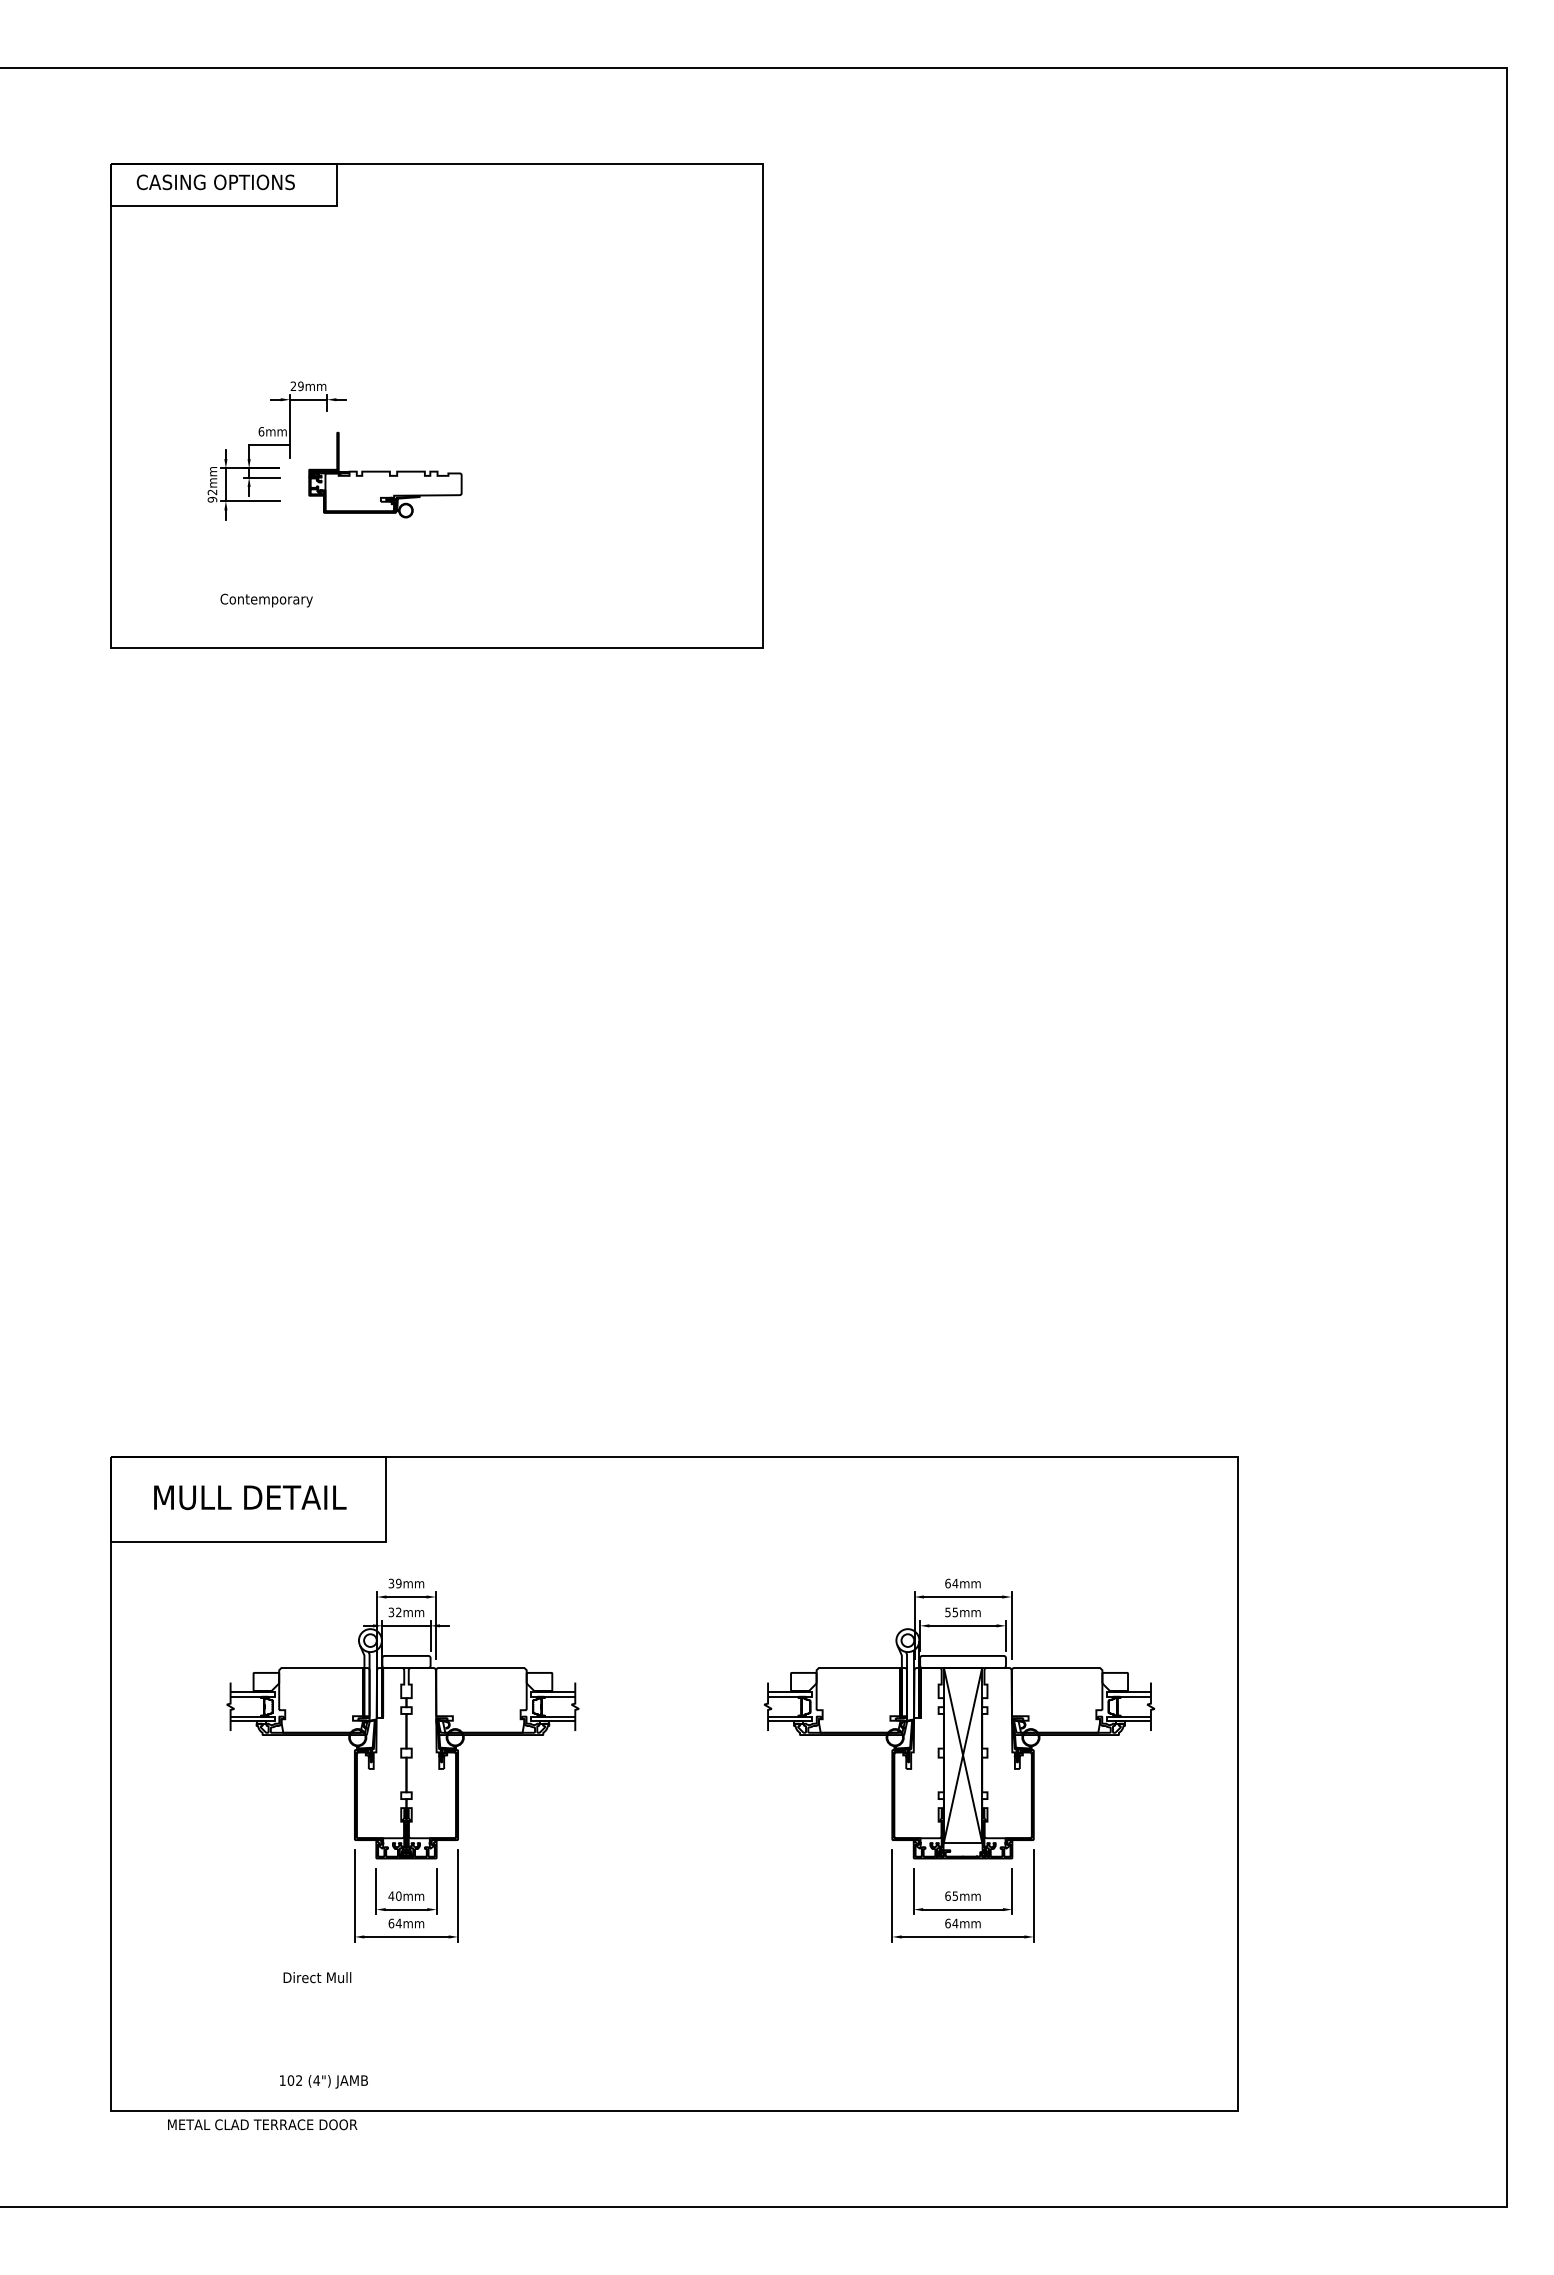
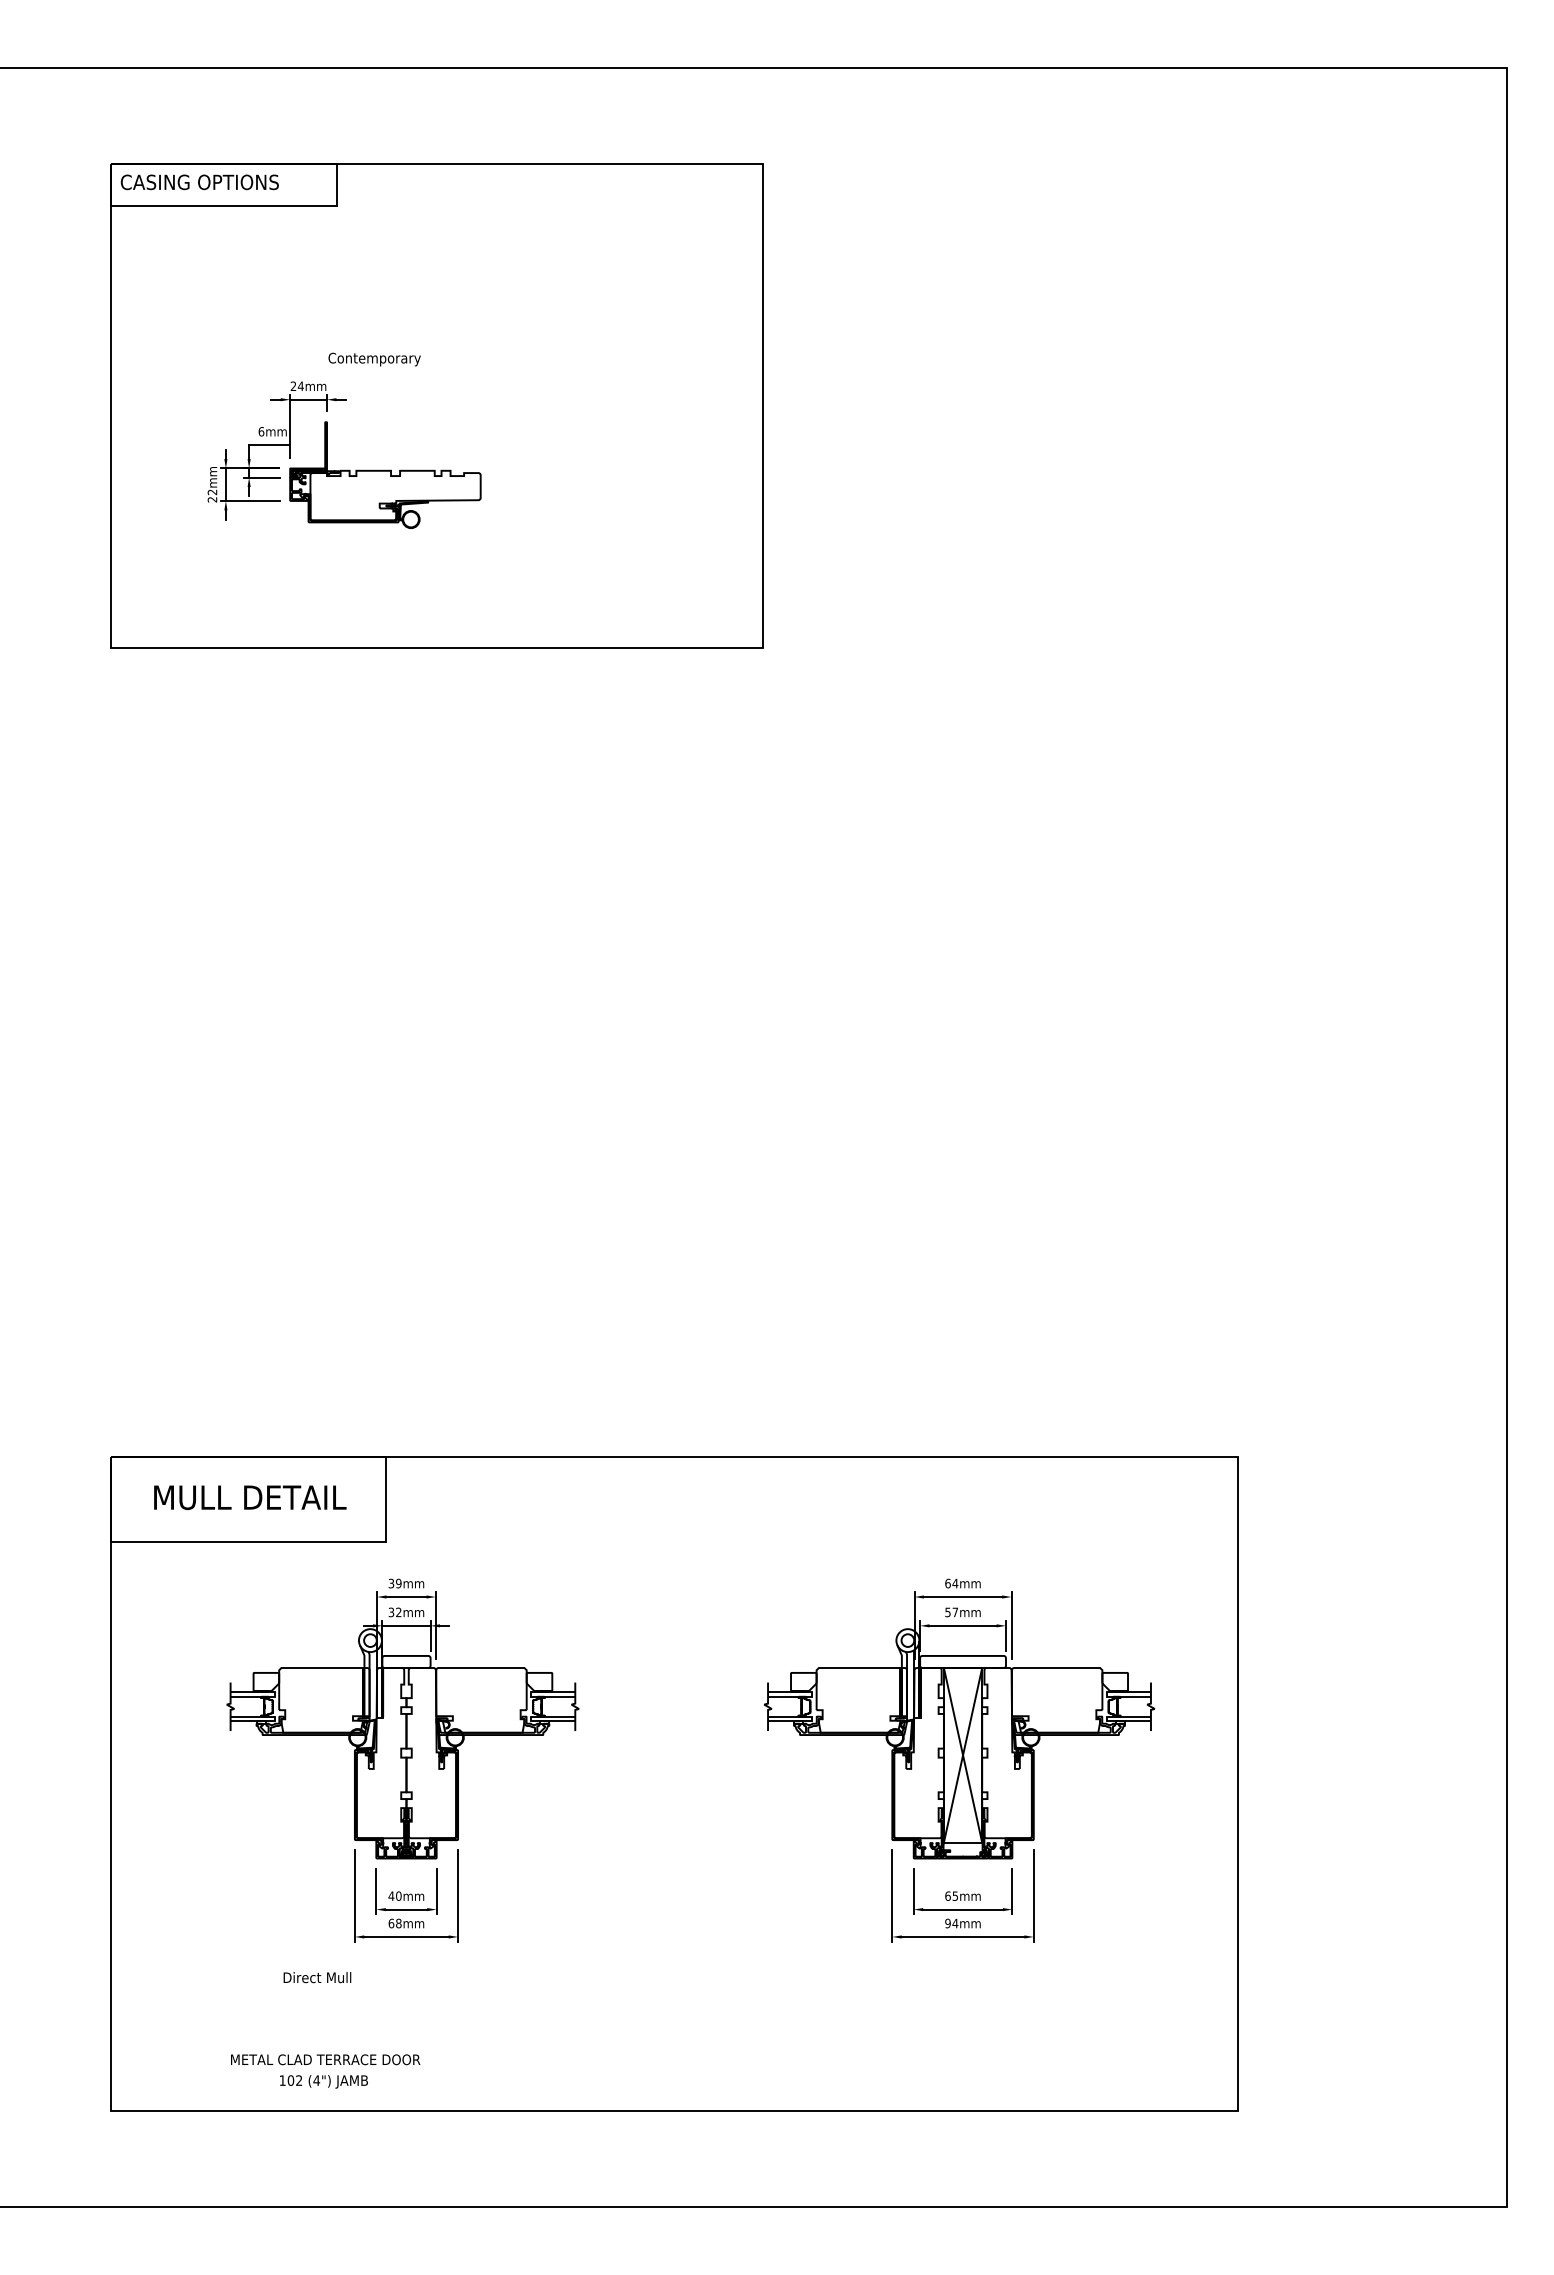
text at (215, 182) position: (215, 182) -> (199, 182)
text at (300, 386): 29mm -> 24mm
part at (385, 474) size: 155x88 px -> 193x108 px
text at (212, 499): 92mm -> 22mm
text at (266, 600) position: (266, 600) -> (374, 359)
text at (954, 1612): 55mm -> 57mm
text at (398, 1923): 64mm -> 68mm
text at (947, 1923): 64mm -> 94mm
text at (262, 2124) position: (262, 2124) -> (325, 2059)
